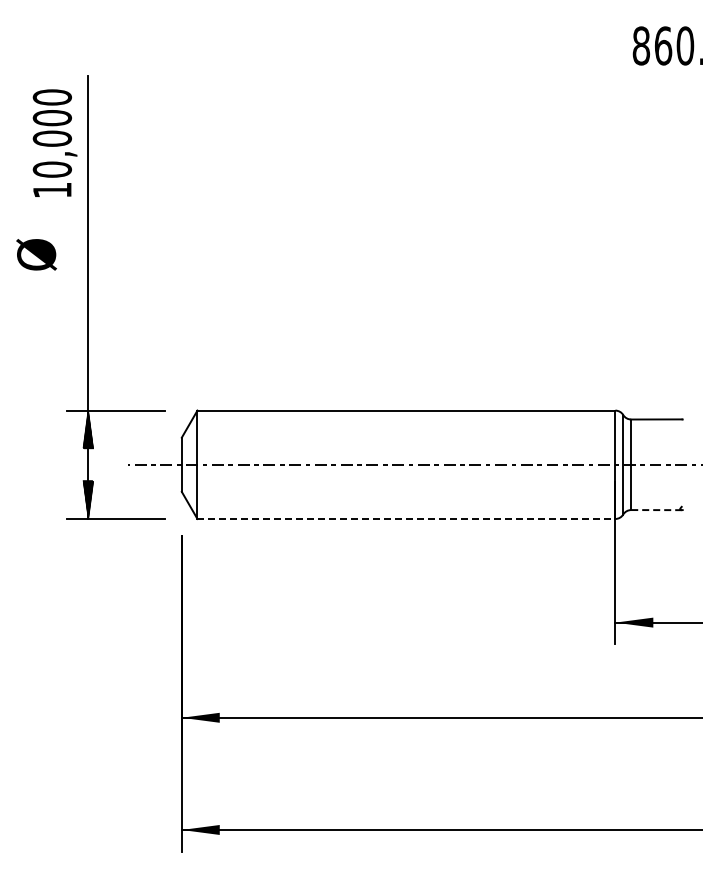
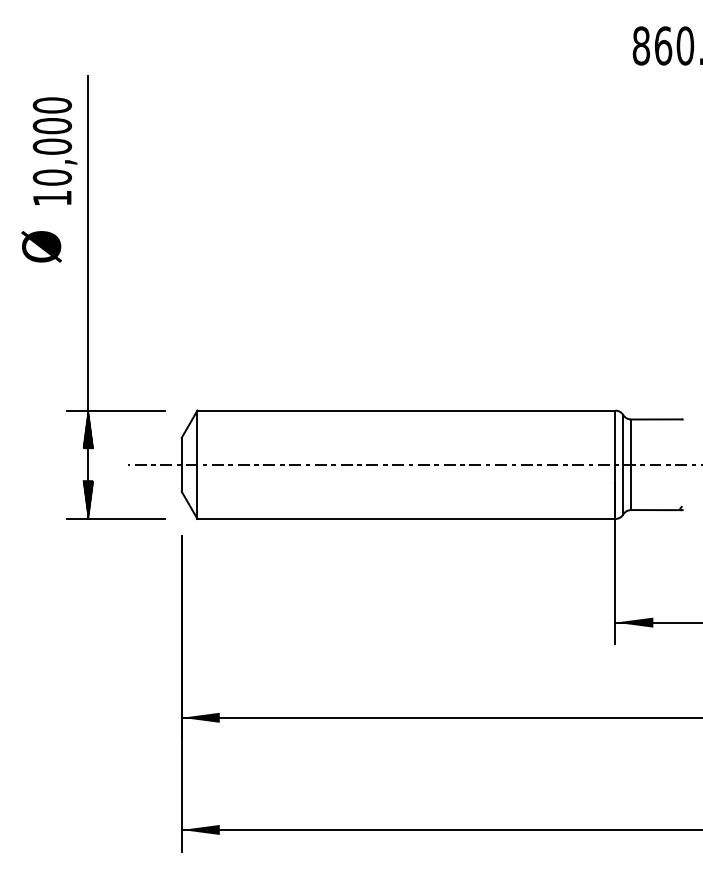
text at (54, 142) position: (54, 142) -> (54, 150)
text at (36, 254) position: (36, 254) -> (41, 246)
line at (656, 510): dashed -> solid
line at (406, 518): dashed -> solid
